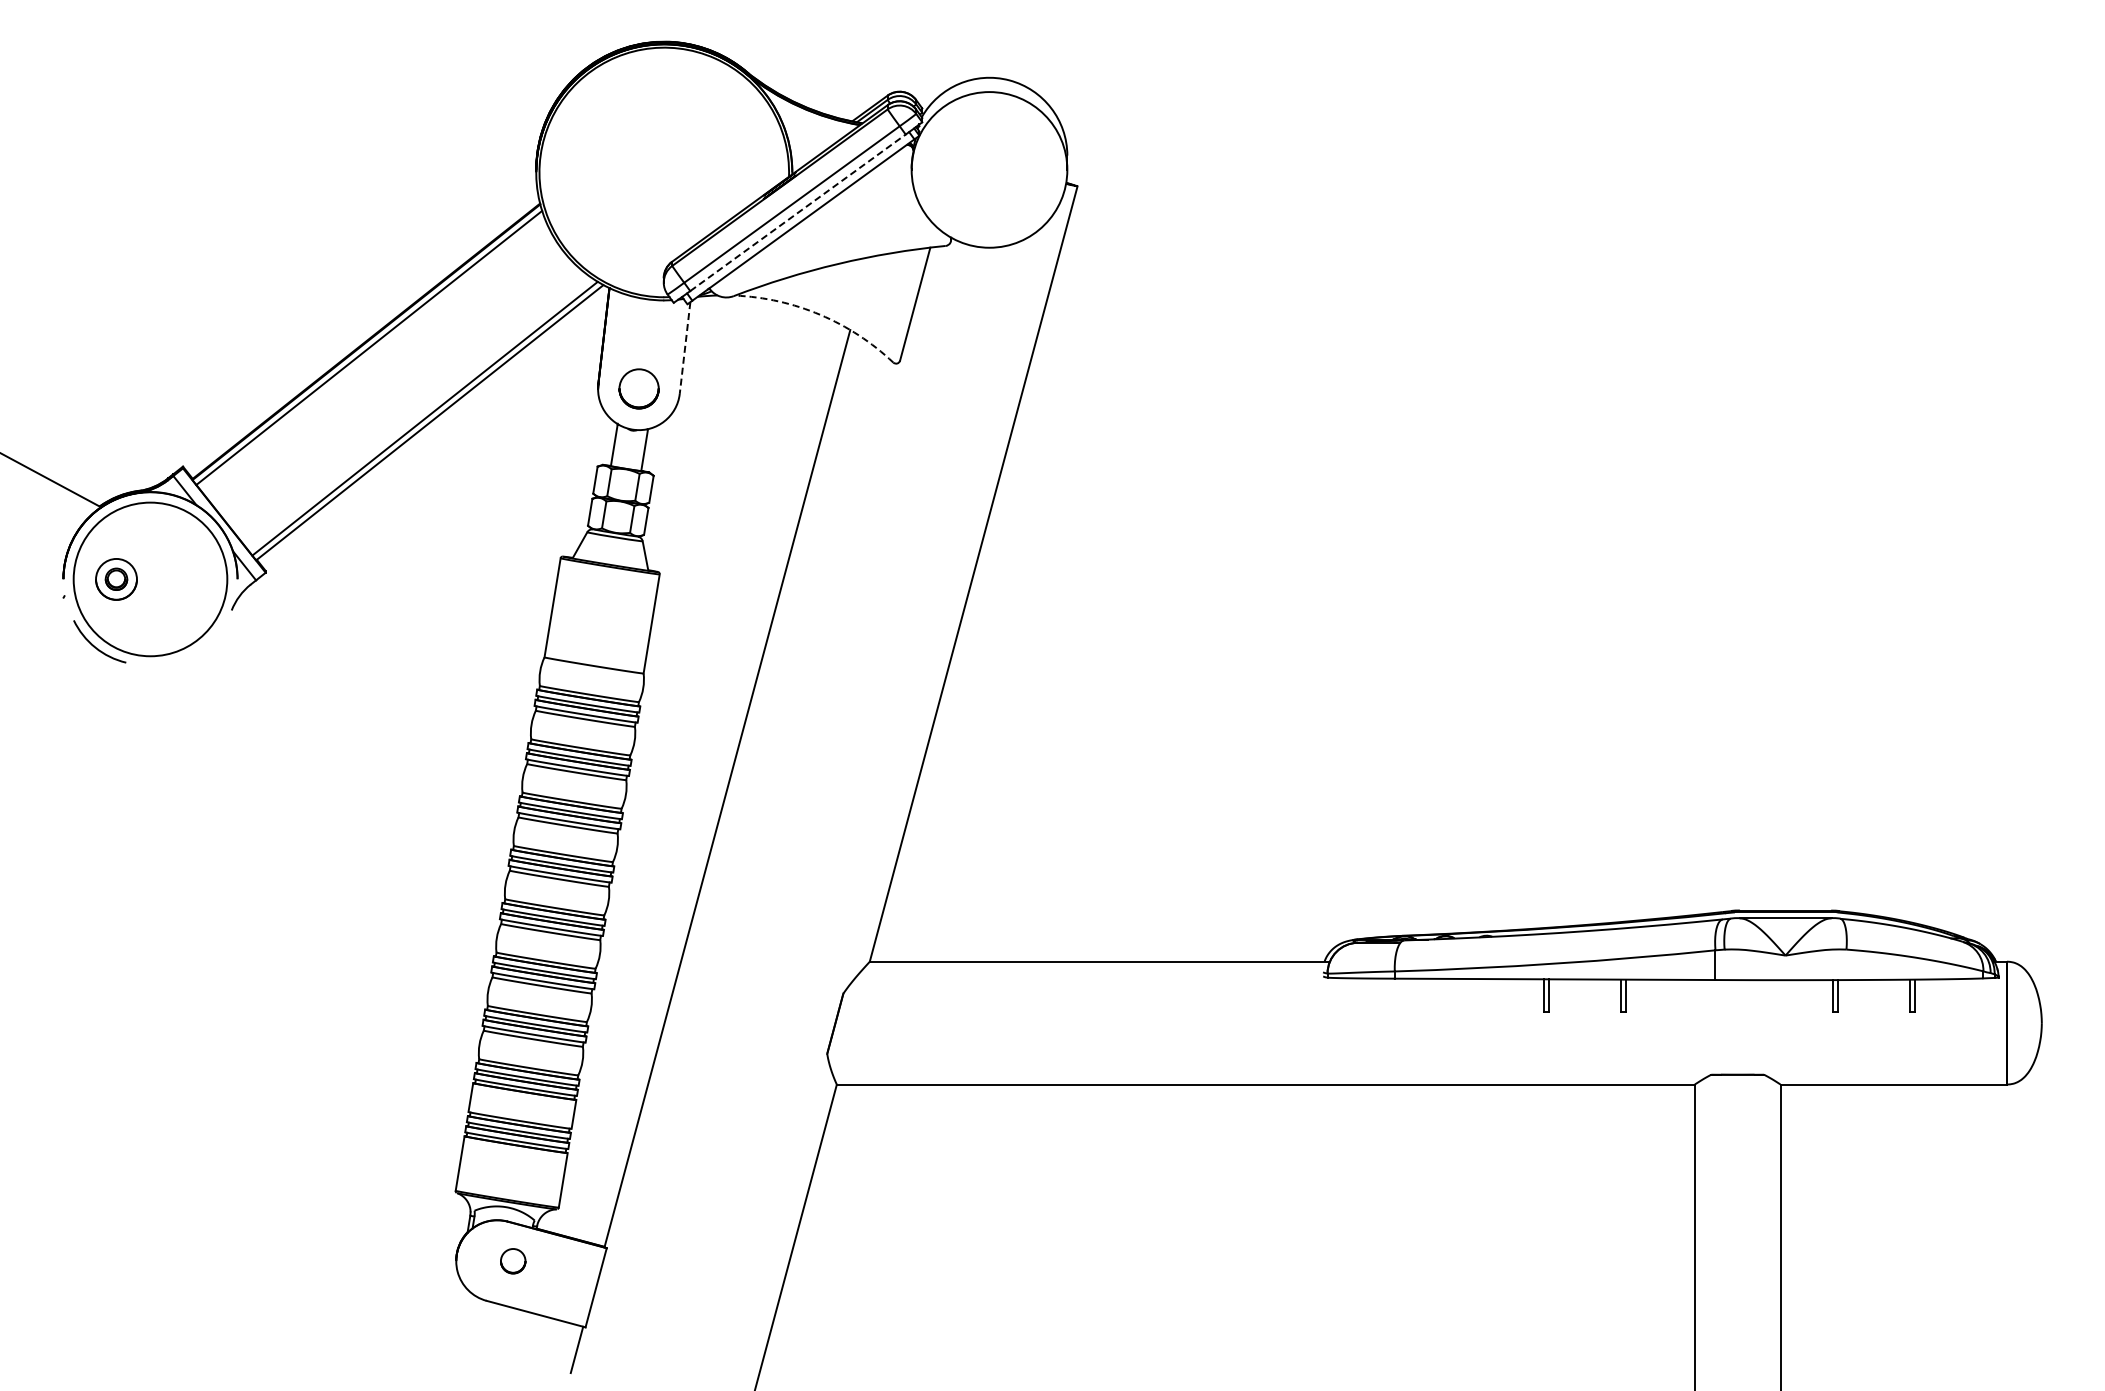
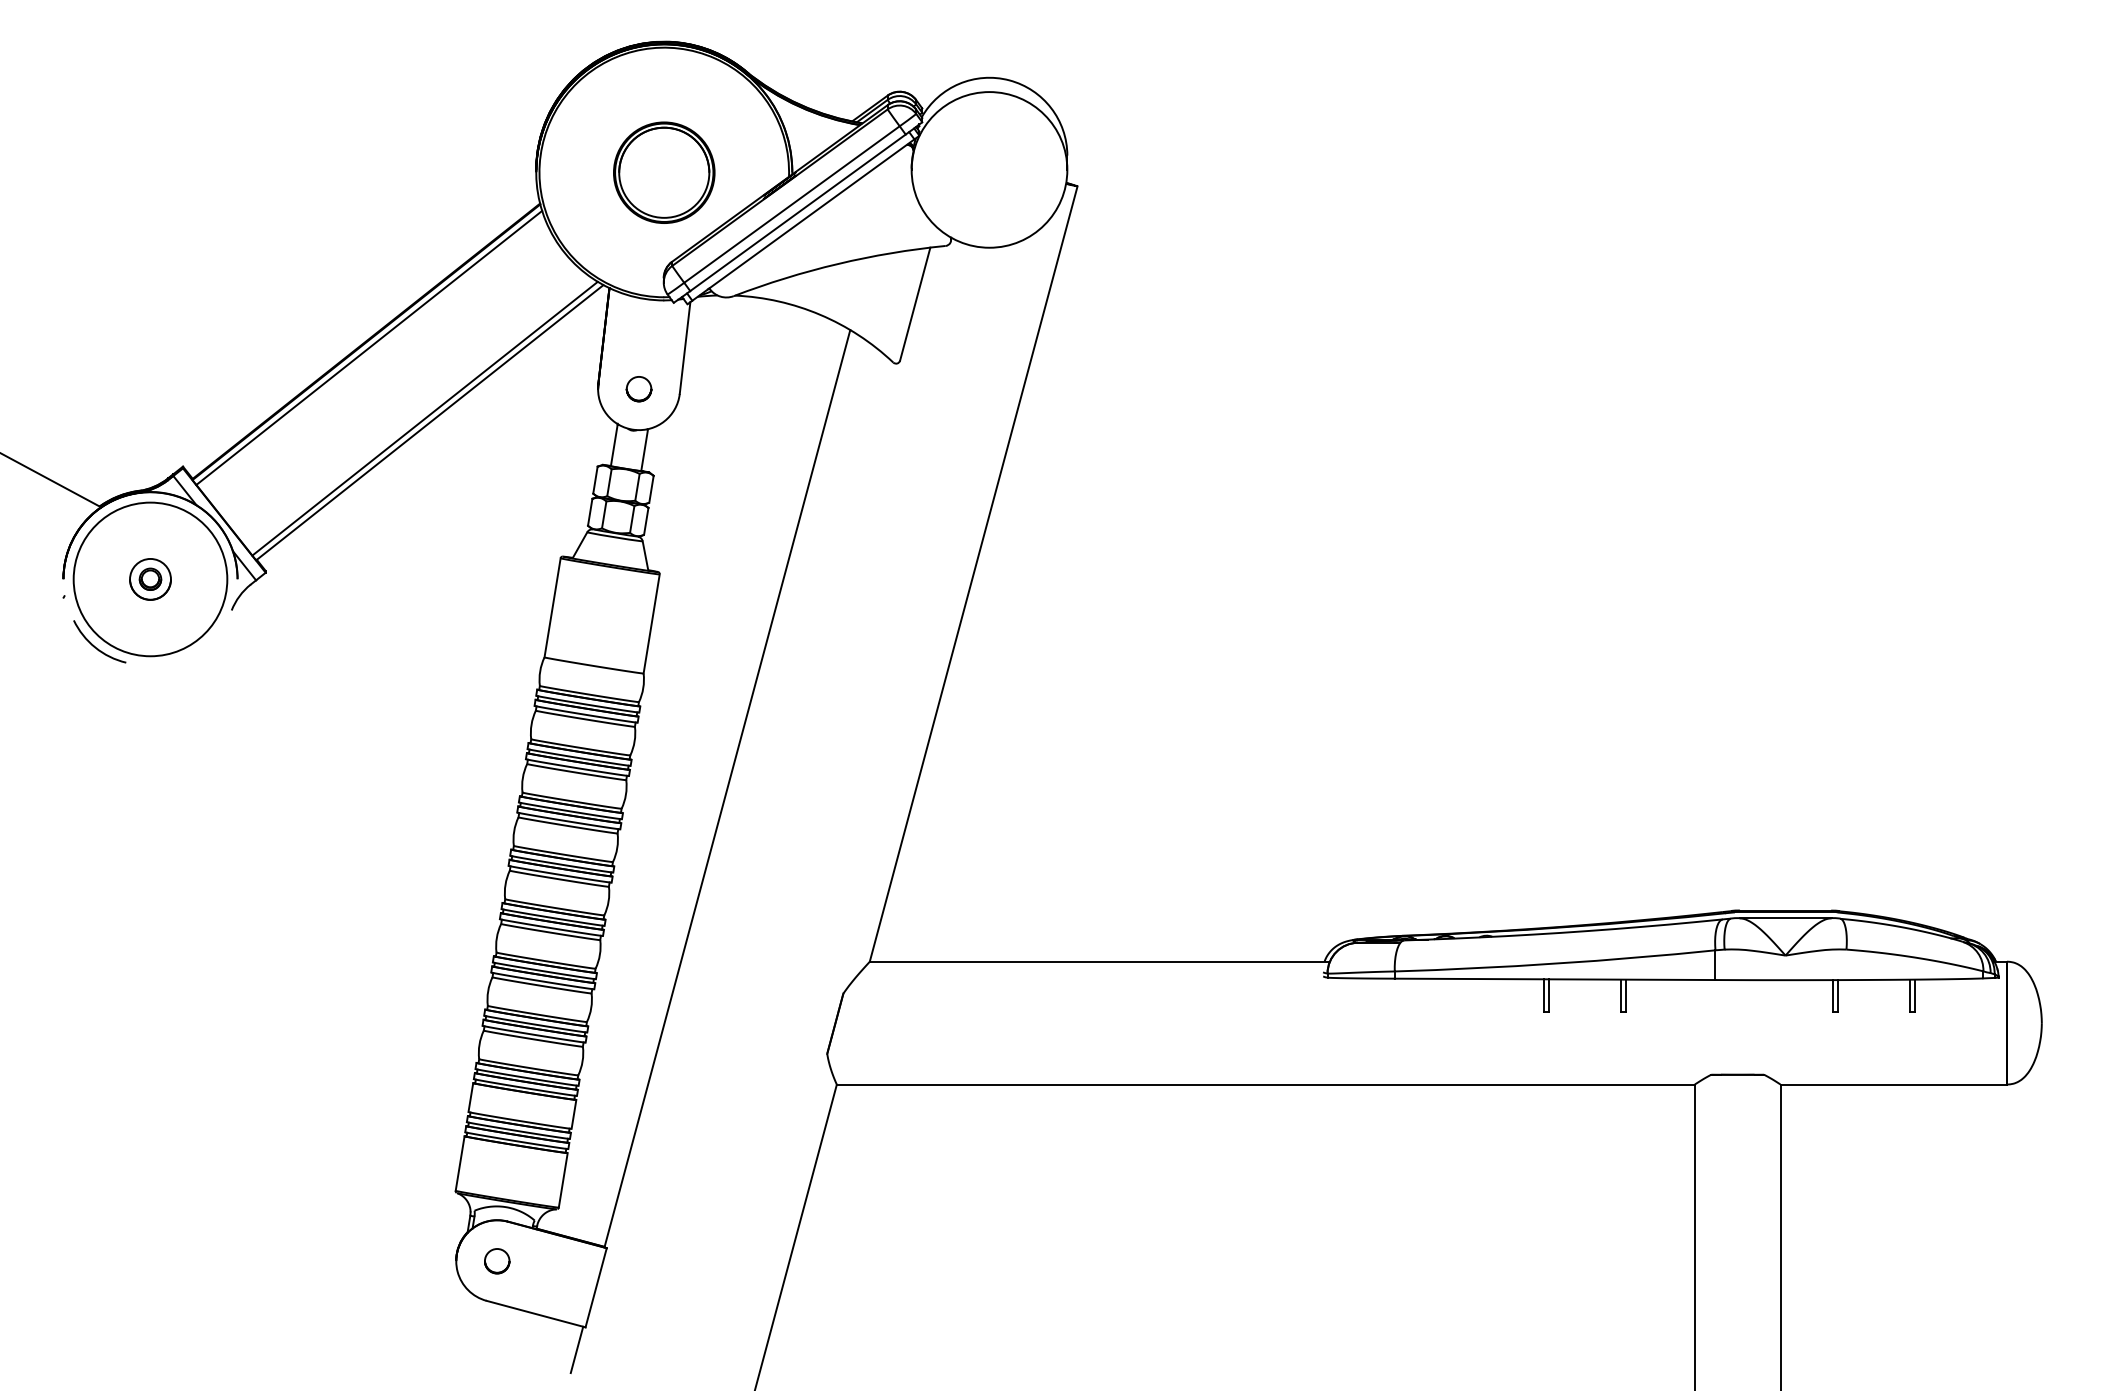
part at (664, 172): none -> present
line at (798, 212): dashed -> solid
arc at (820, 314): dashed -> solid
line at (685, 348): dashed -> solid
part at (638, 388) size: 42x42 px -> 28x27 px
part at (116, 579) position: (116, 579) -> (150, 579)
circle at (513, 1261) position: (513, 1261) -> (497, 1261)
